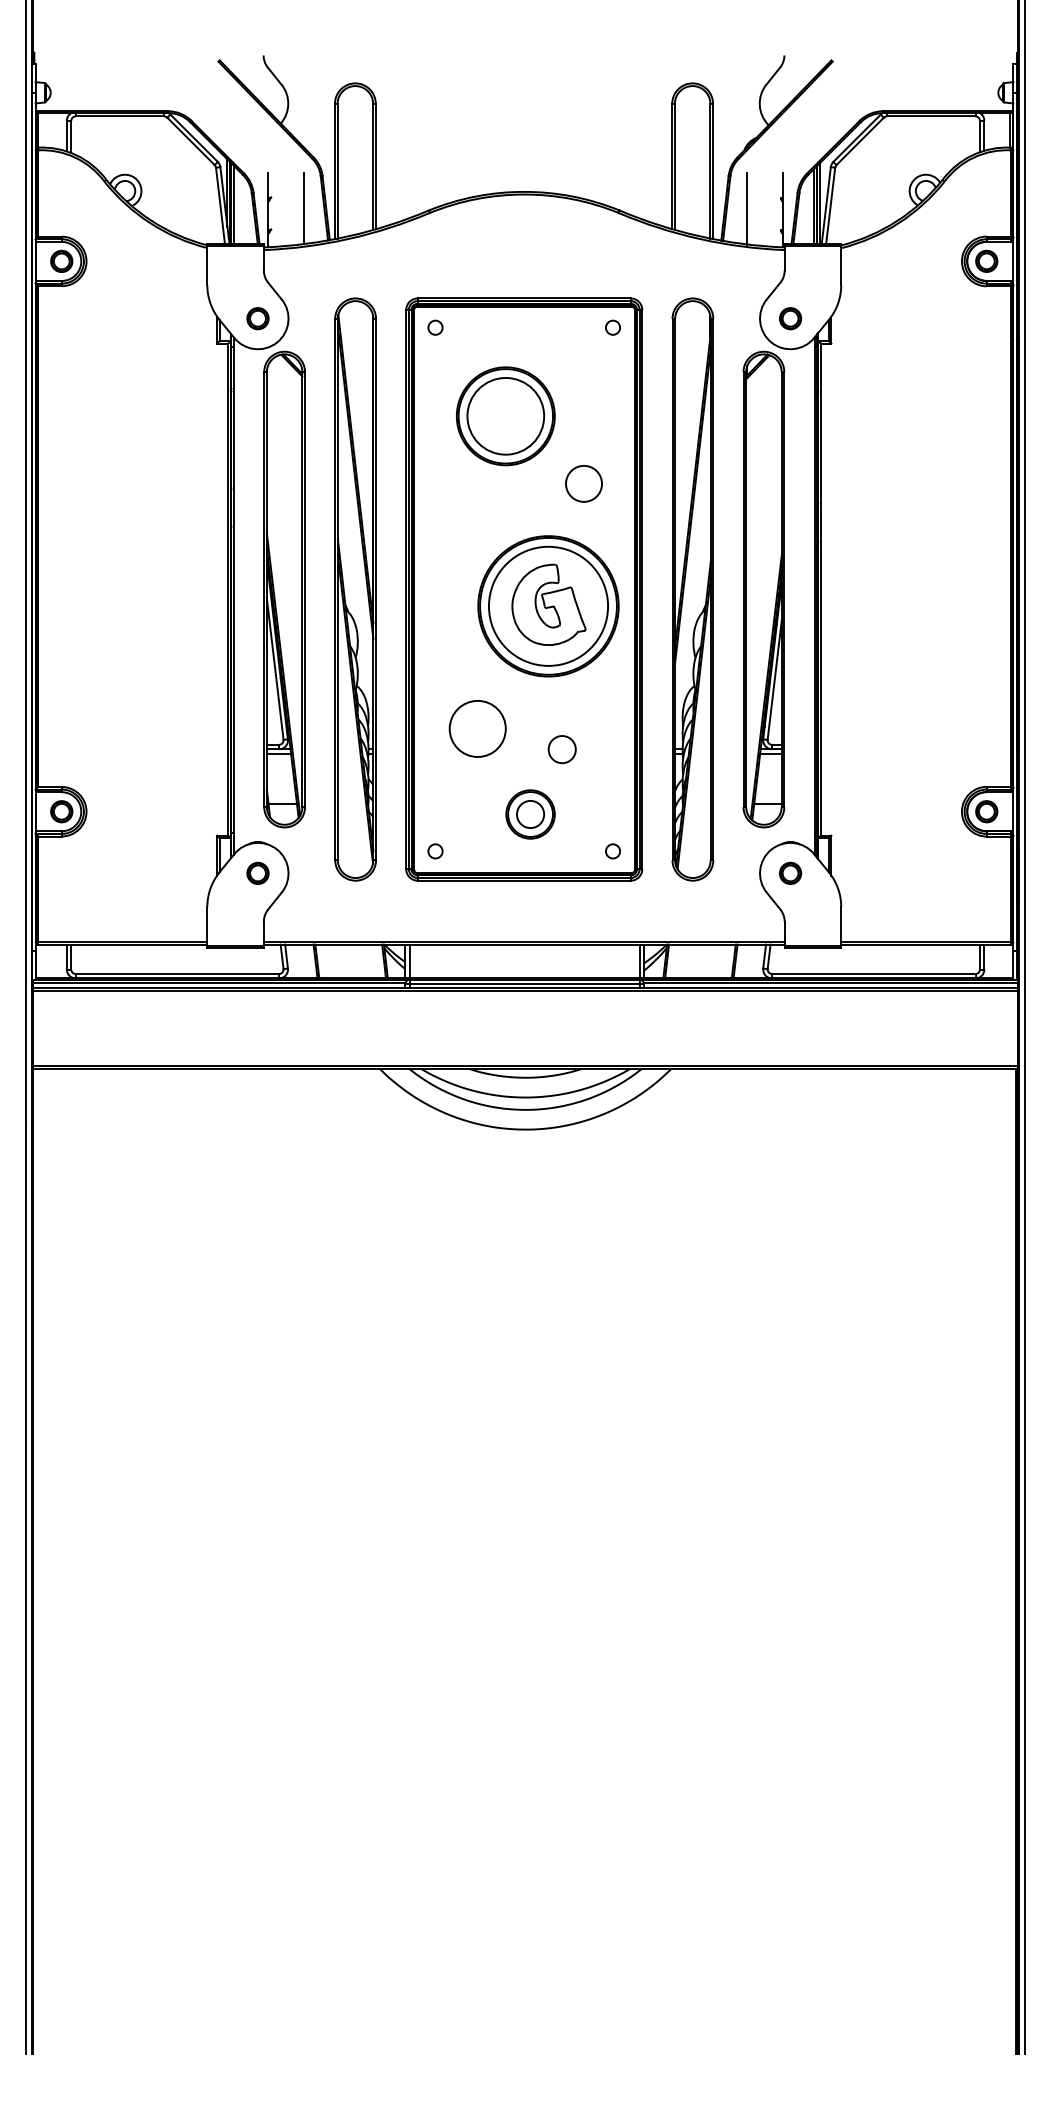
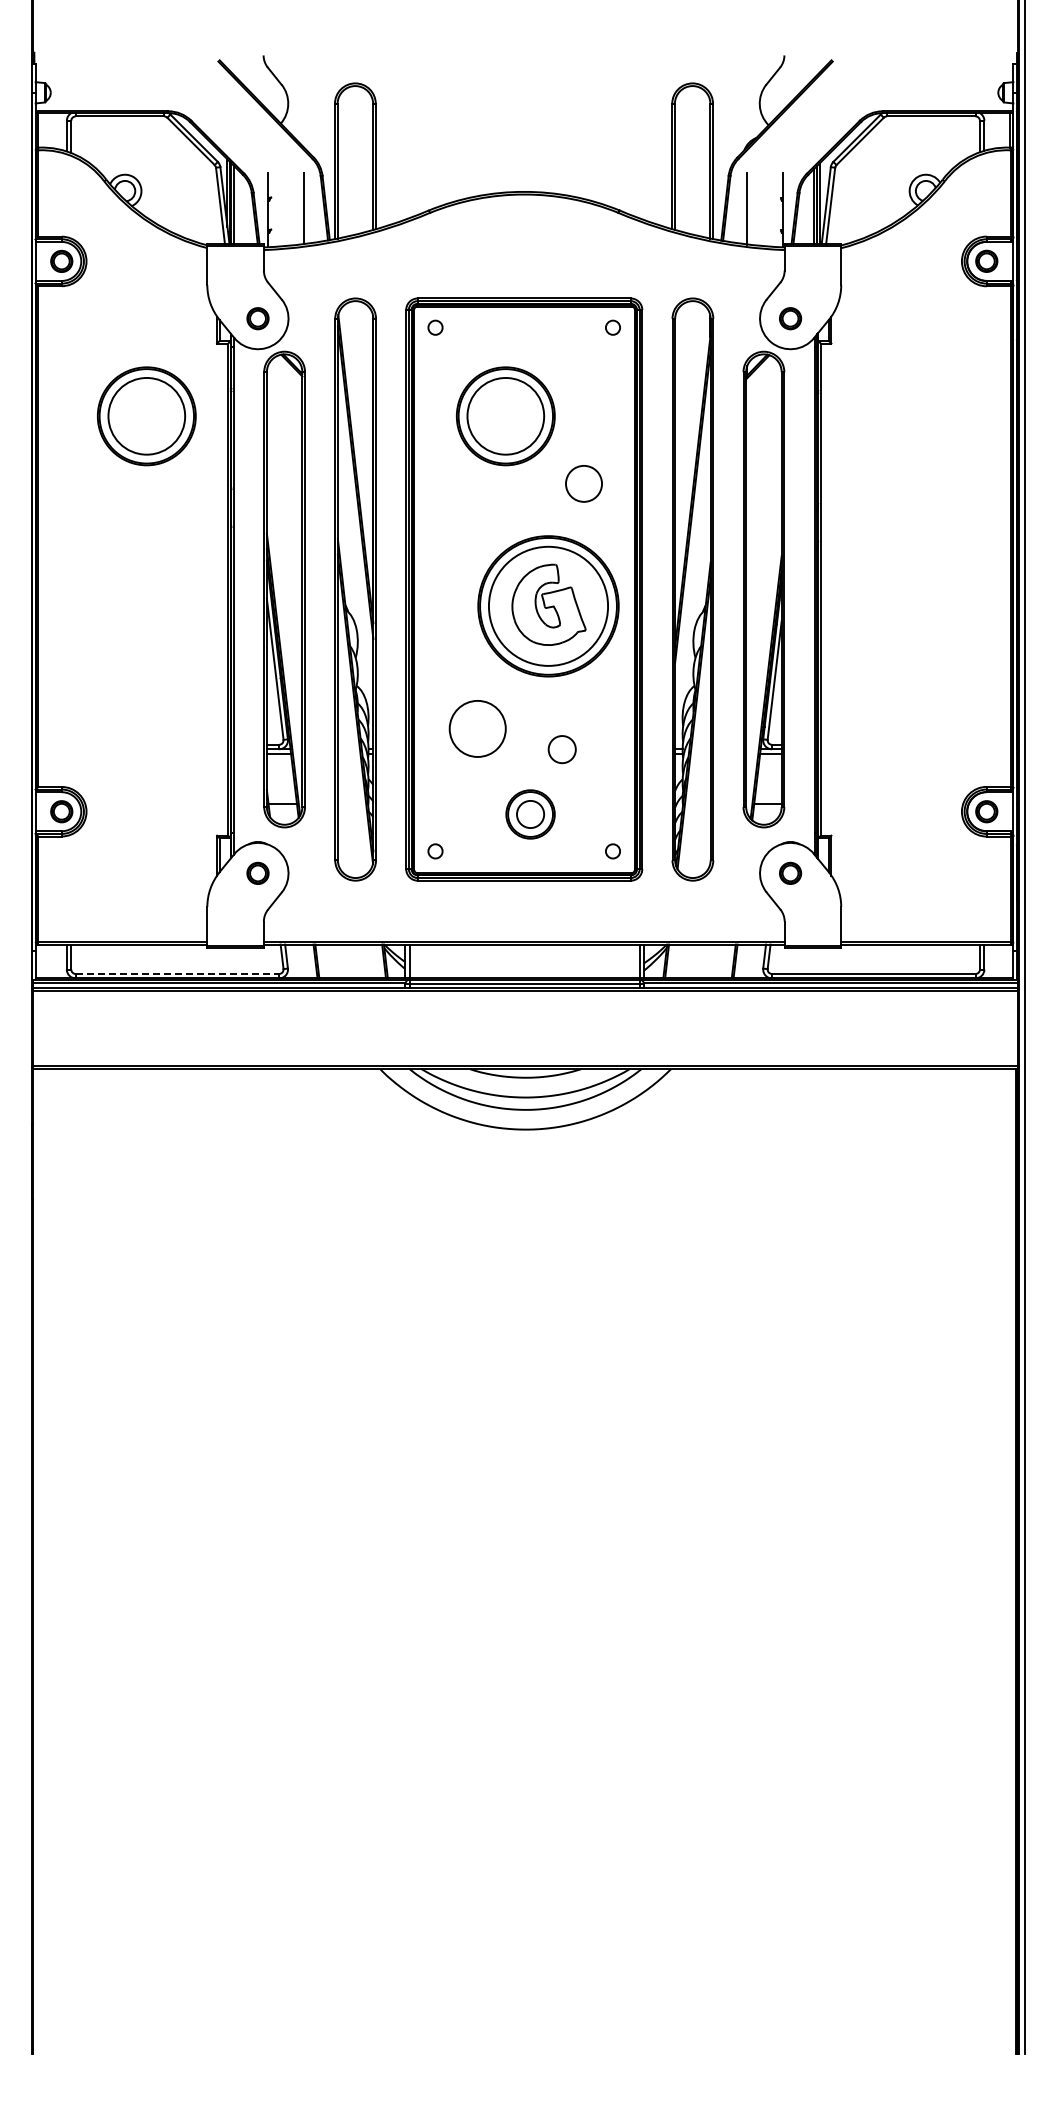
part at (146, 416): none -> present
line at (177, 973): solid -> dashed
line at (25, 1027): present -> none
